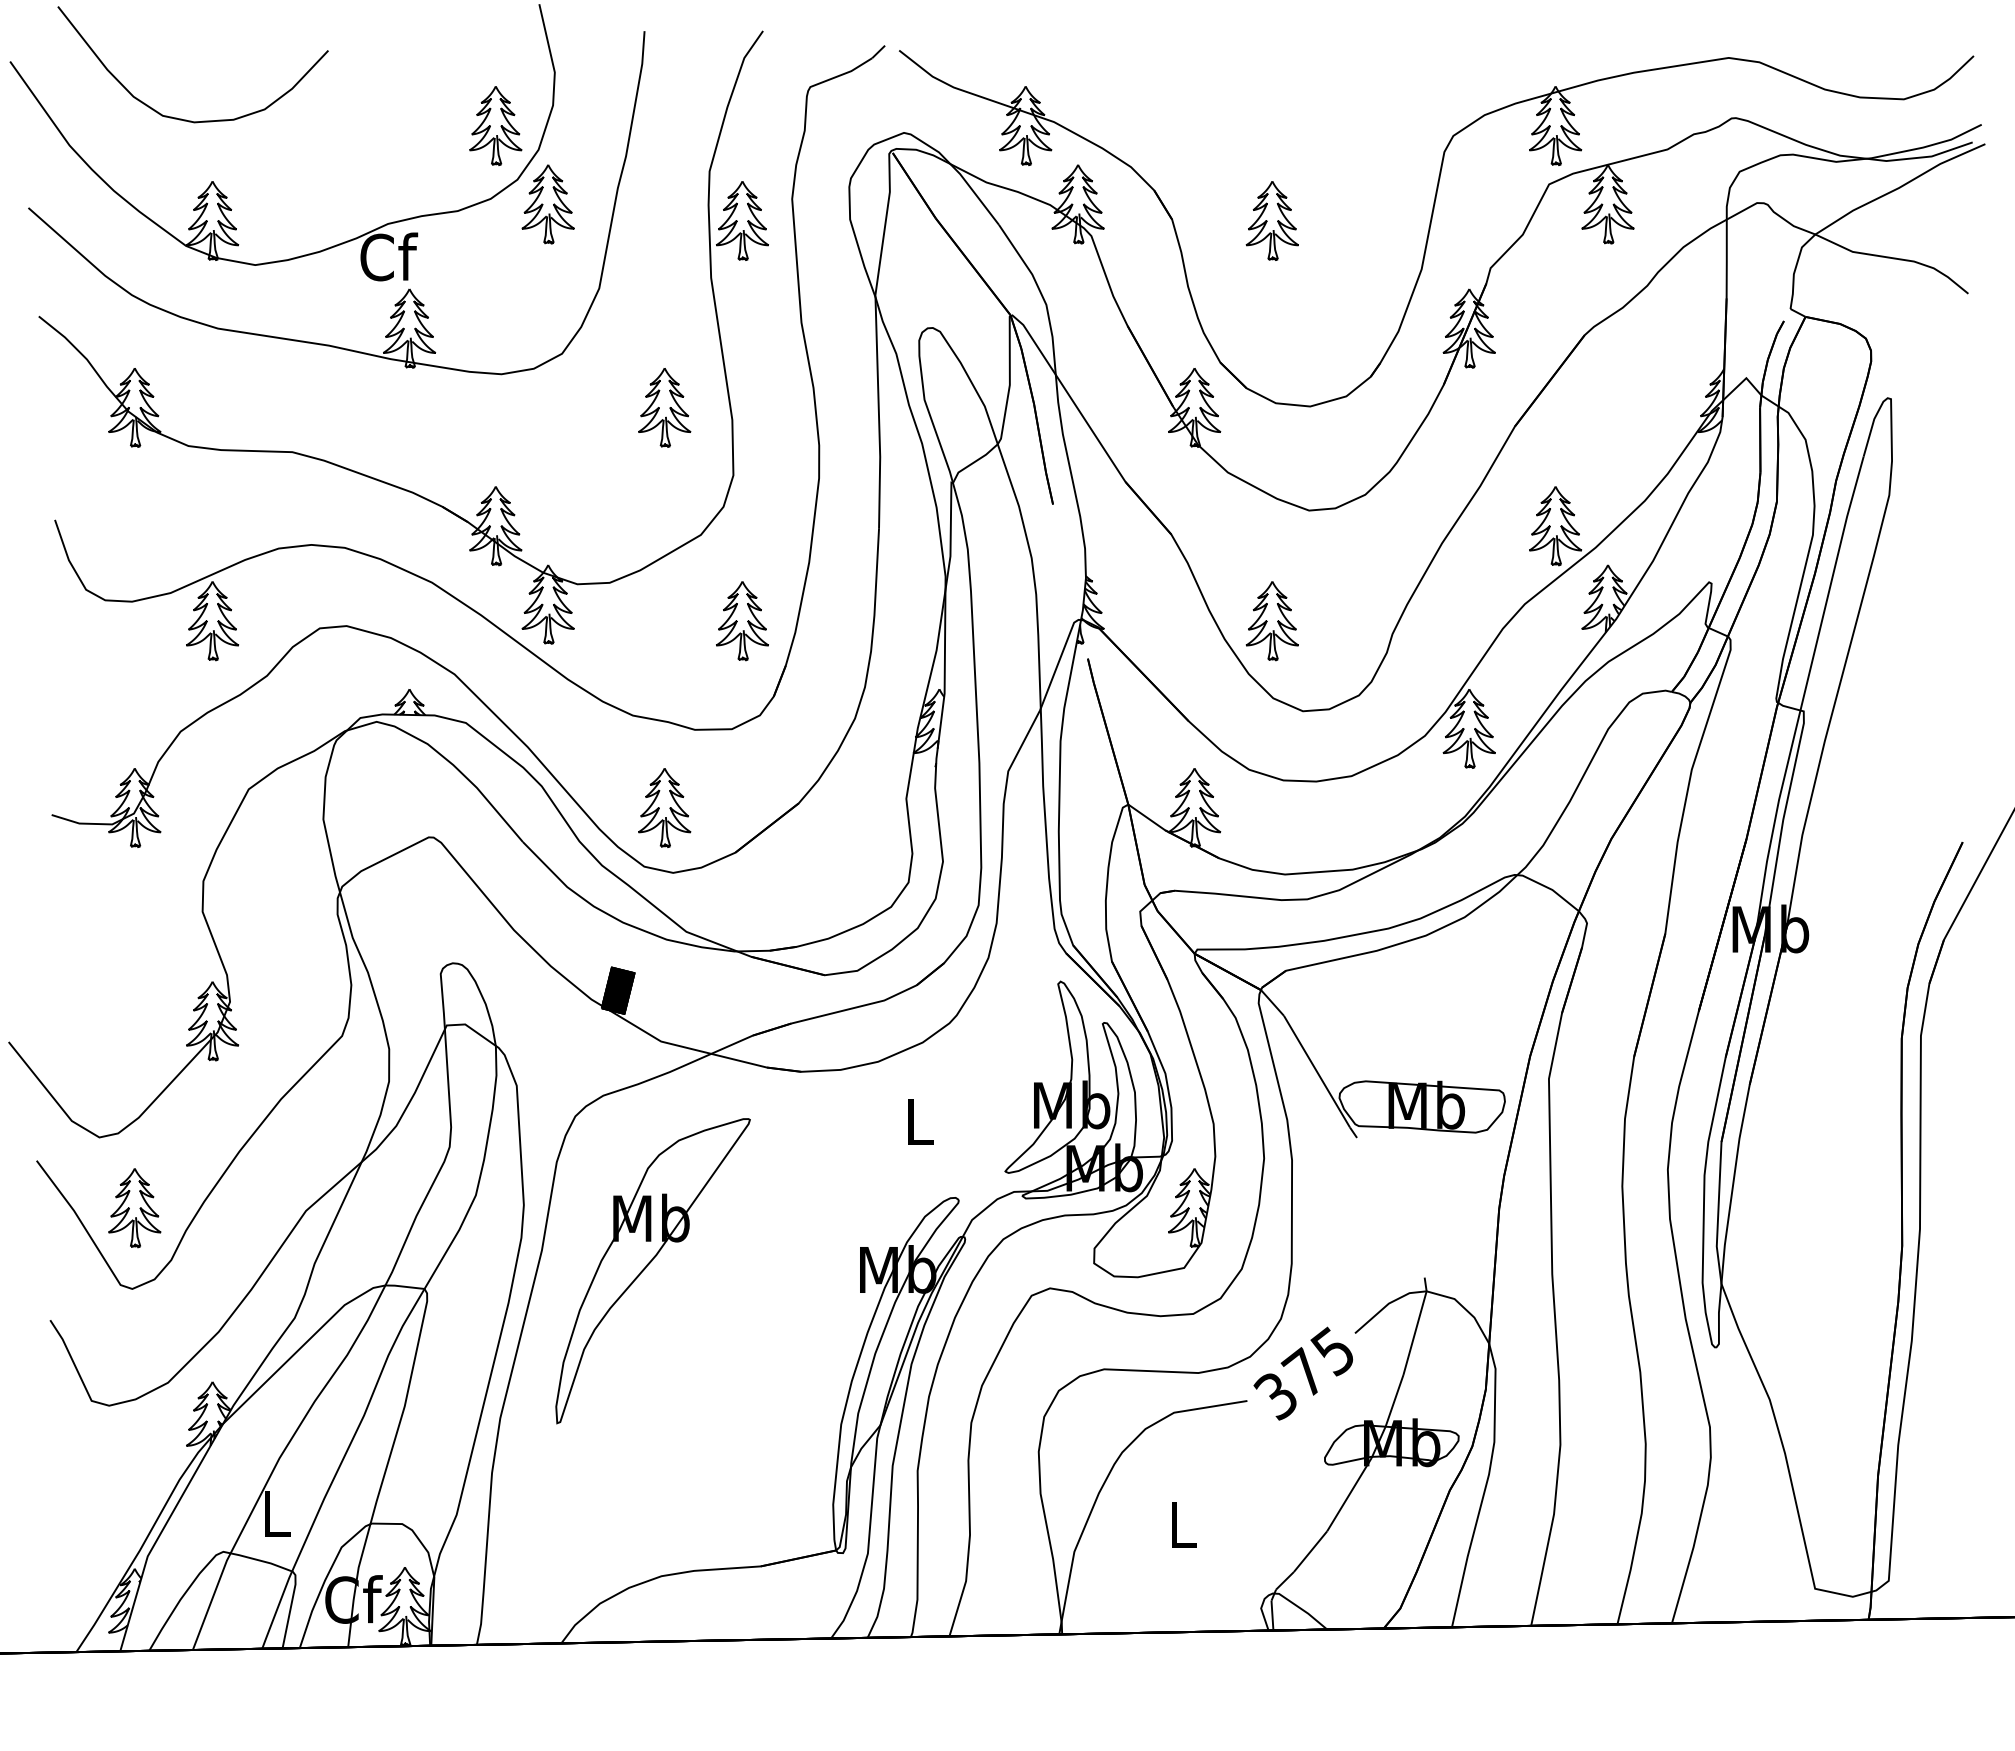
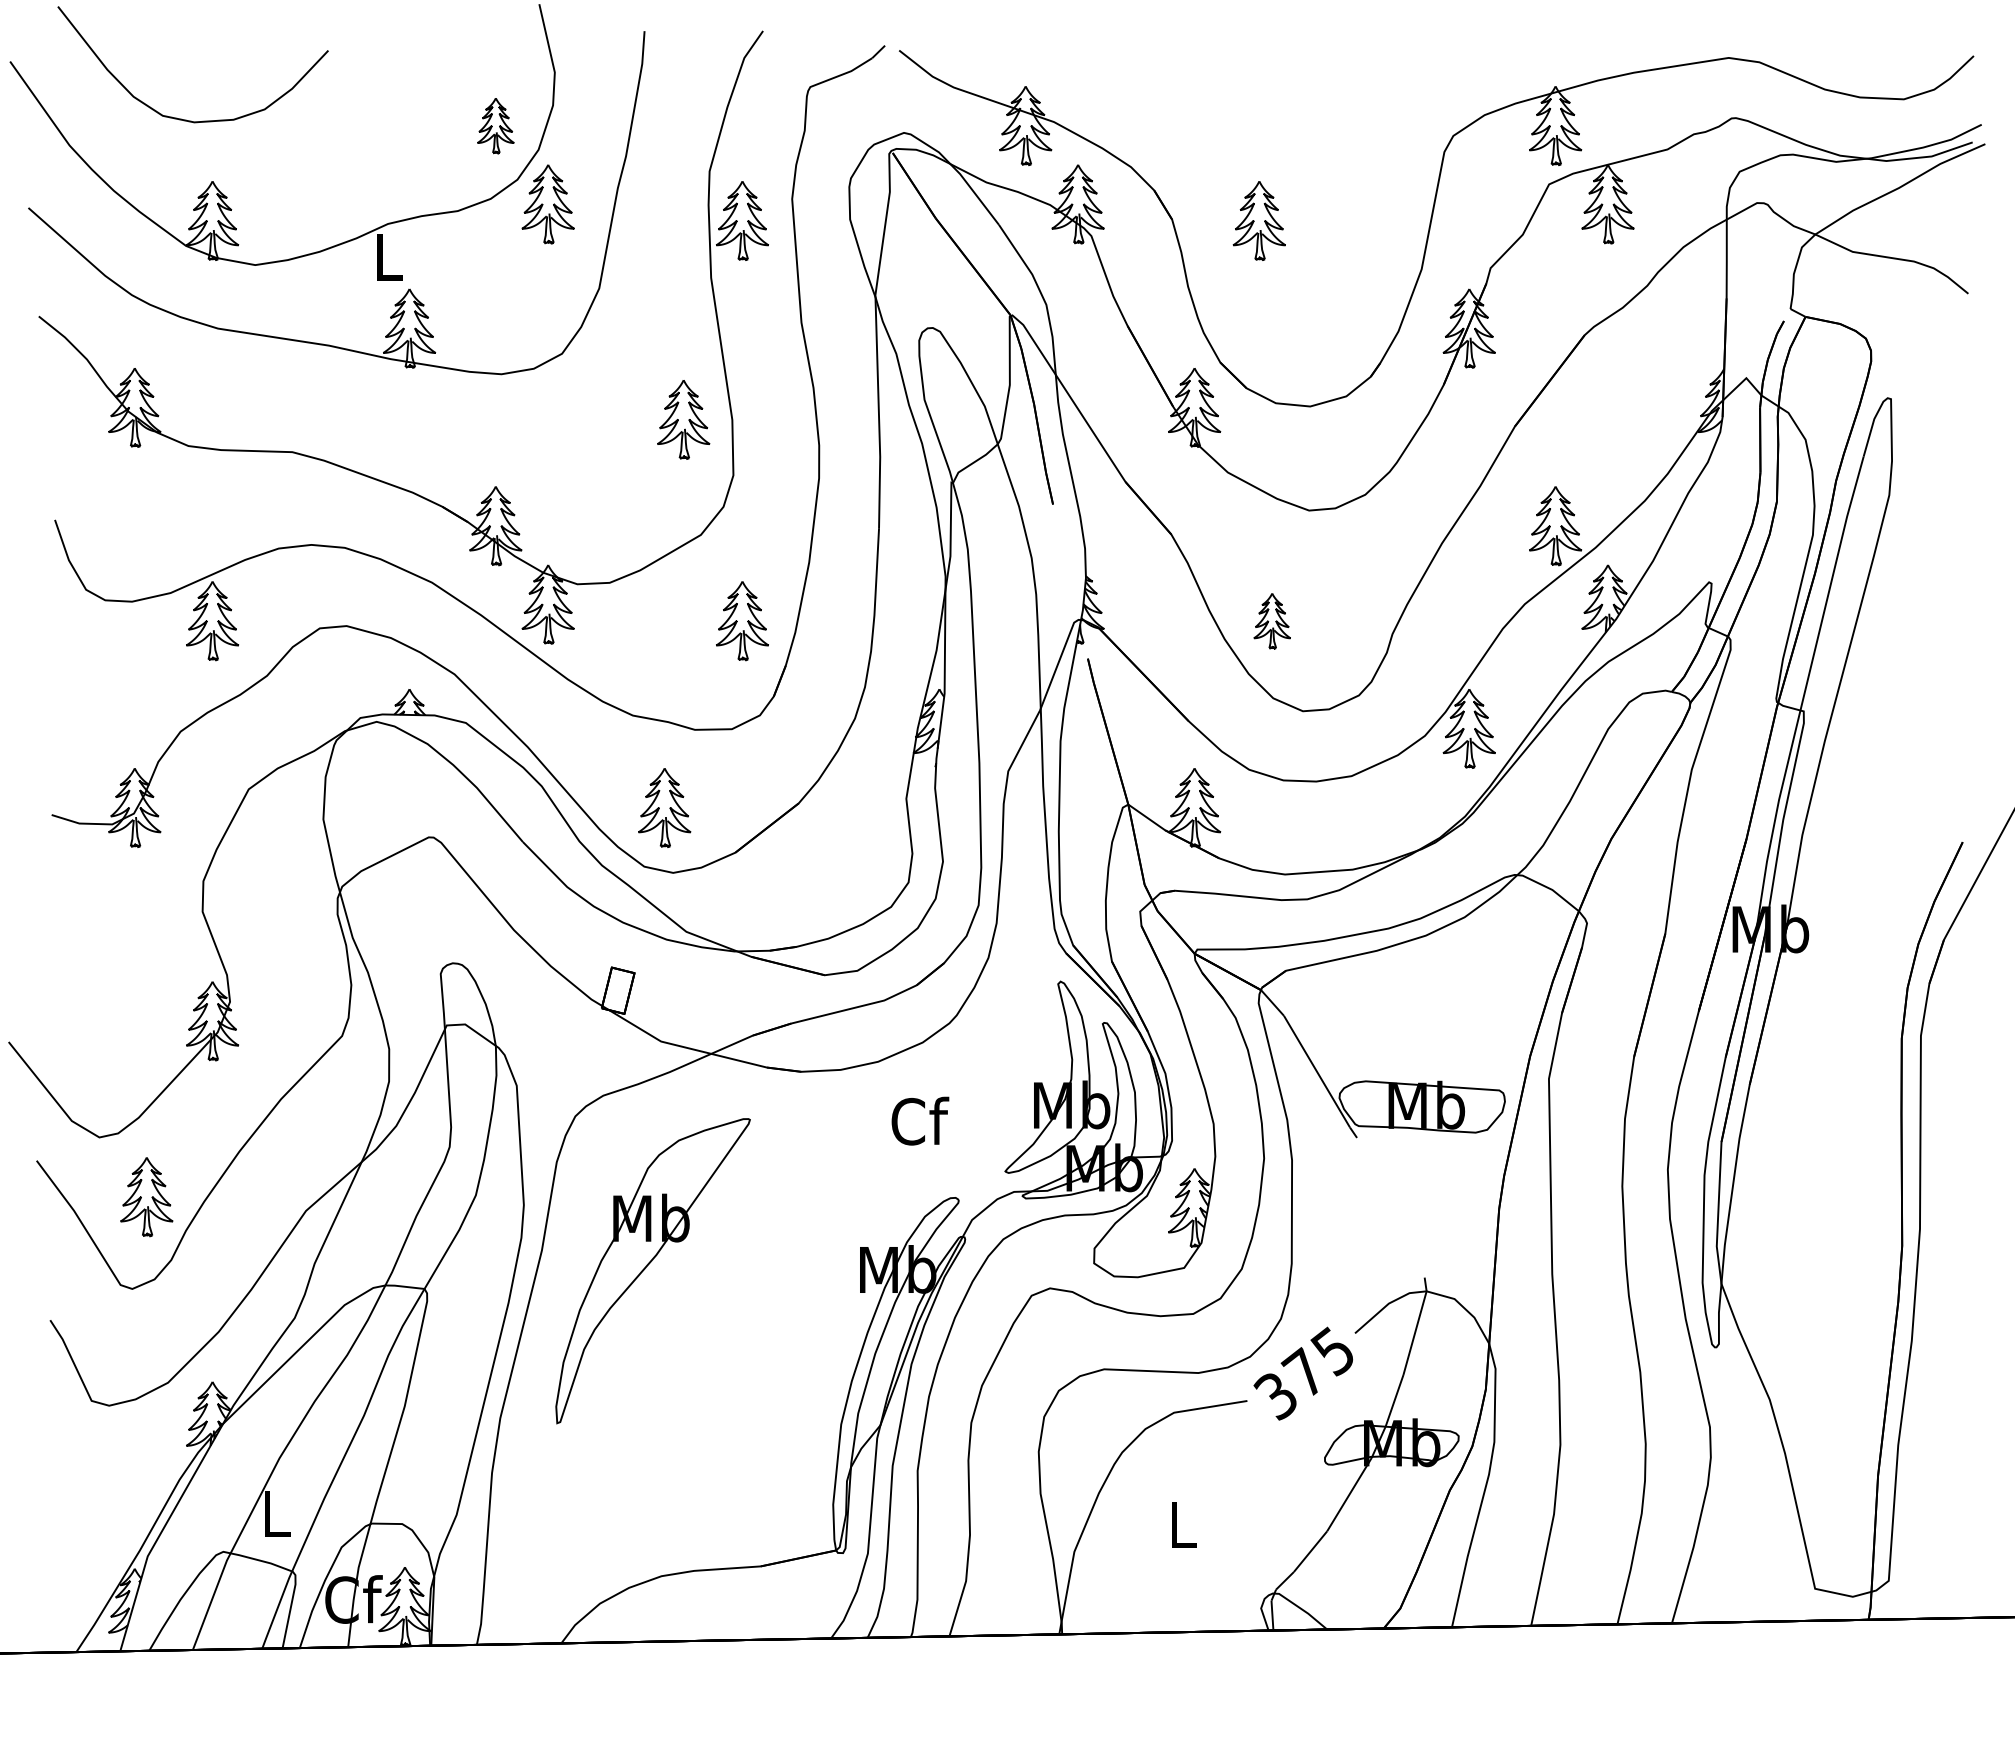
part at (495, 125) size: 54x80 px -> 38x57 px
part at (1271, 220) position: (1271, 220) -> (1258, 220)
text at (389, 256): Cf -> L
part at (664, 407) position: (664, 407) -> (683, 419)
part at (1271, 621) size: 54x81 px -> 38x57 px
fill at (617, 990): present -> none
text at (920, 1120): L -> Cf
part at (134, 1208) position: (134, 1208) -> (146, 1197)
